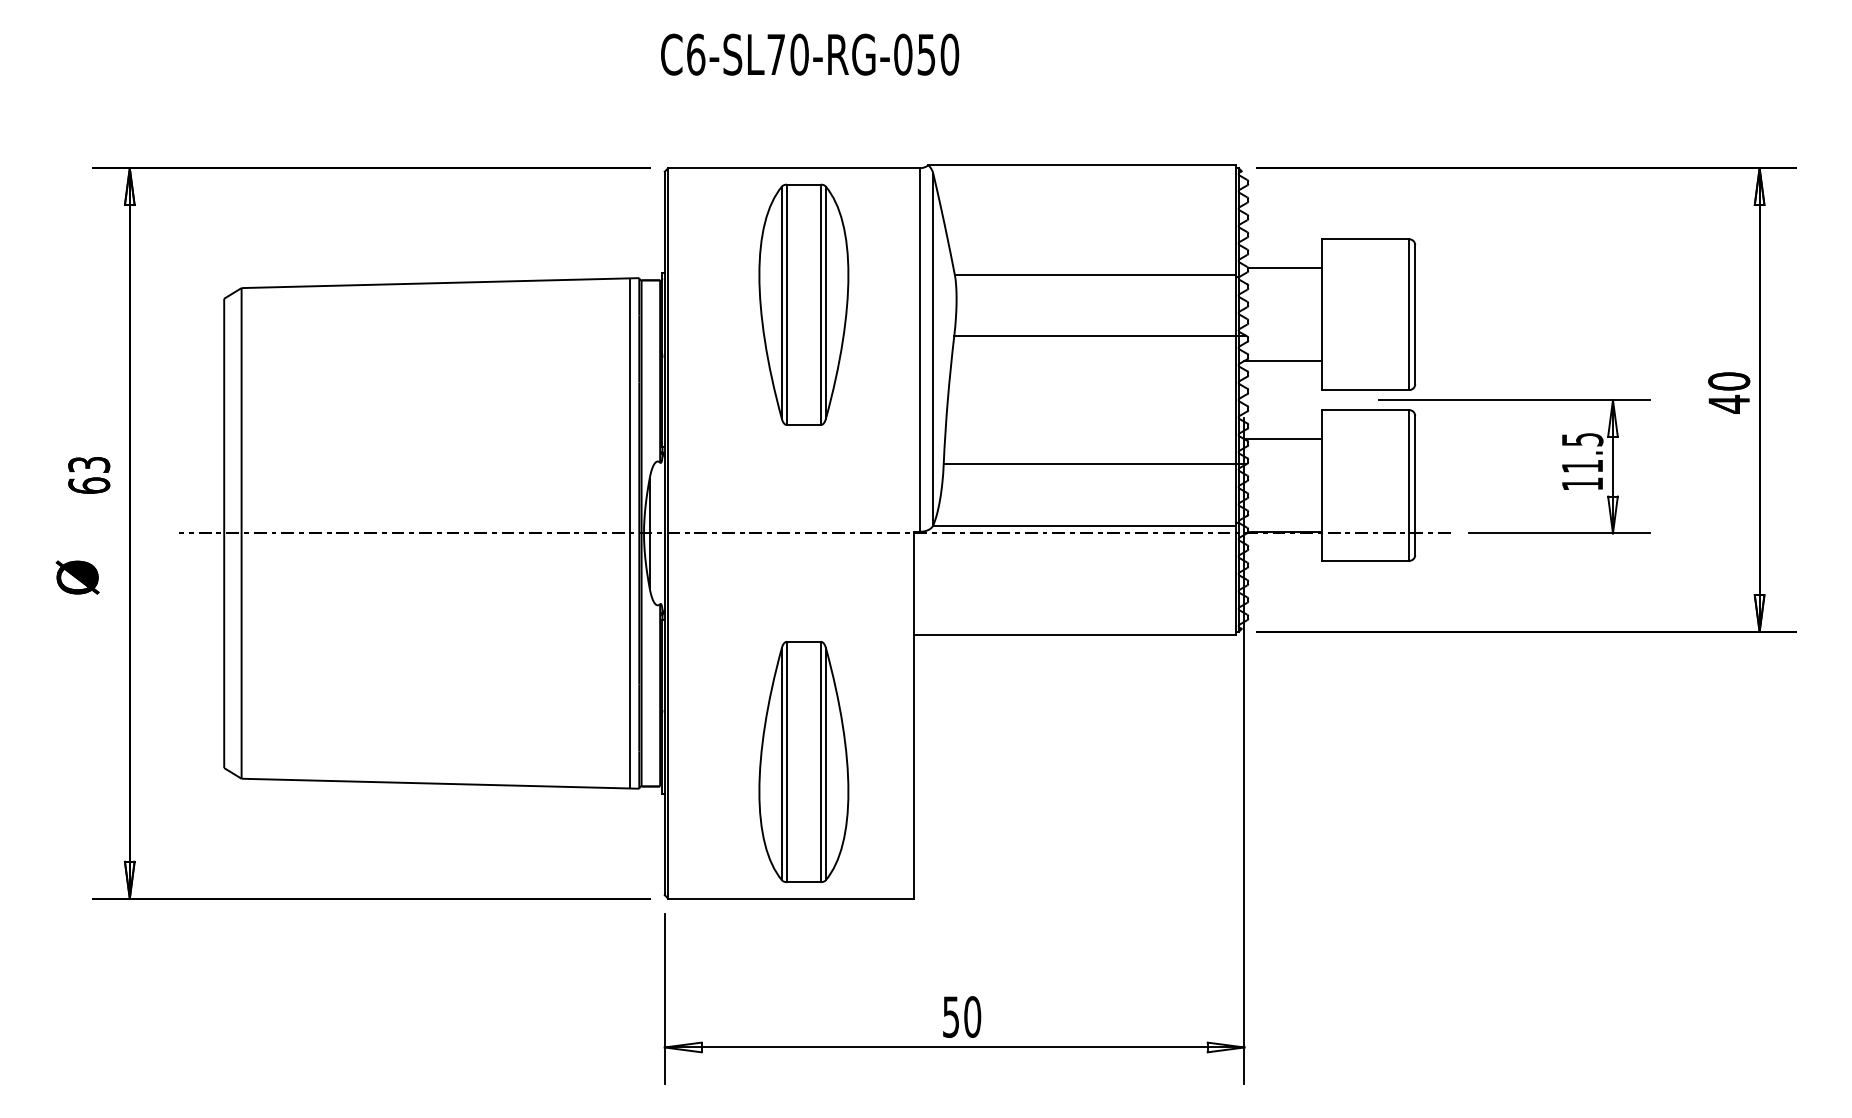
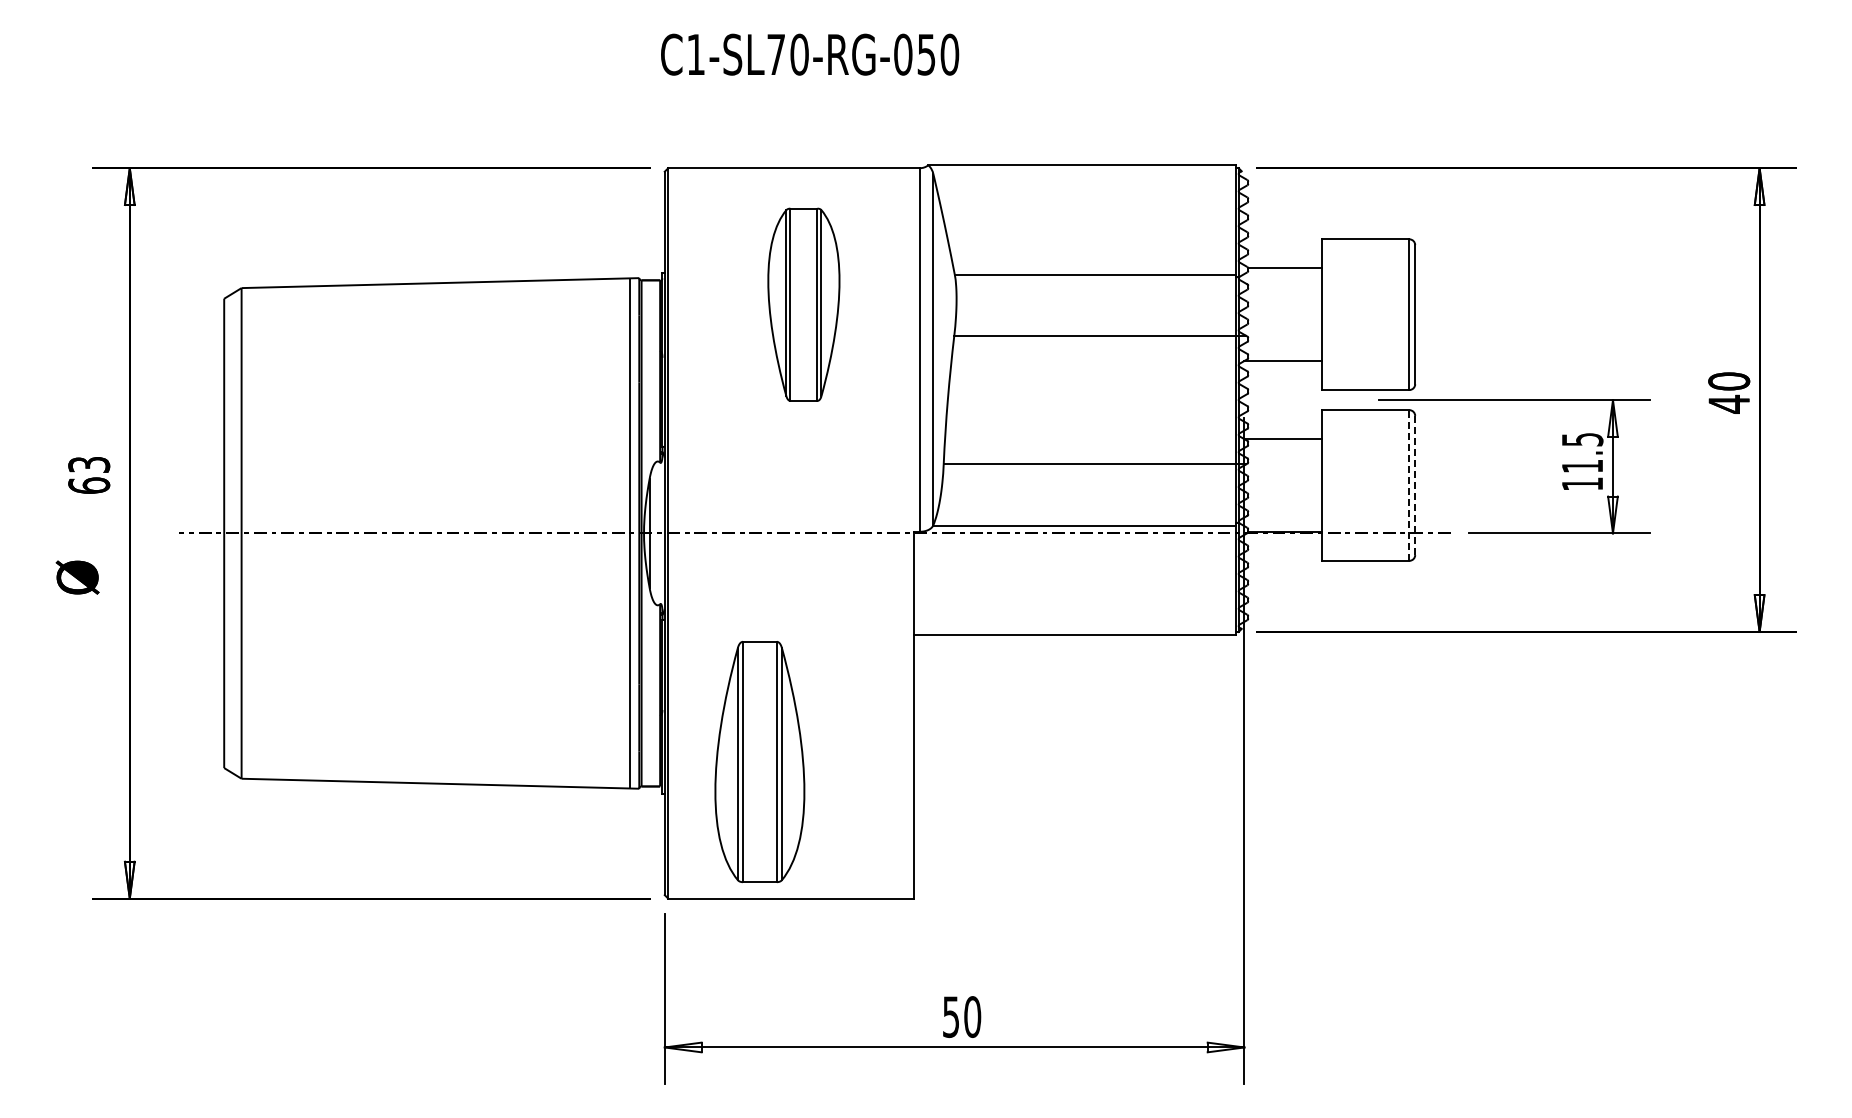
text at (696, 54): C6-SL70-RG-050 -> C1-SL70-RG-050
part at (803, 304) size: 92x243 px -> 74x195 px
line at (1409, 485): solid -> dashed
line at (1415, 485): solid -> dashed
part at (803, 762) position: (803, 762) -> (759, 762)
